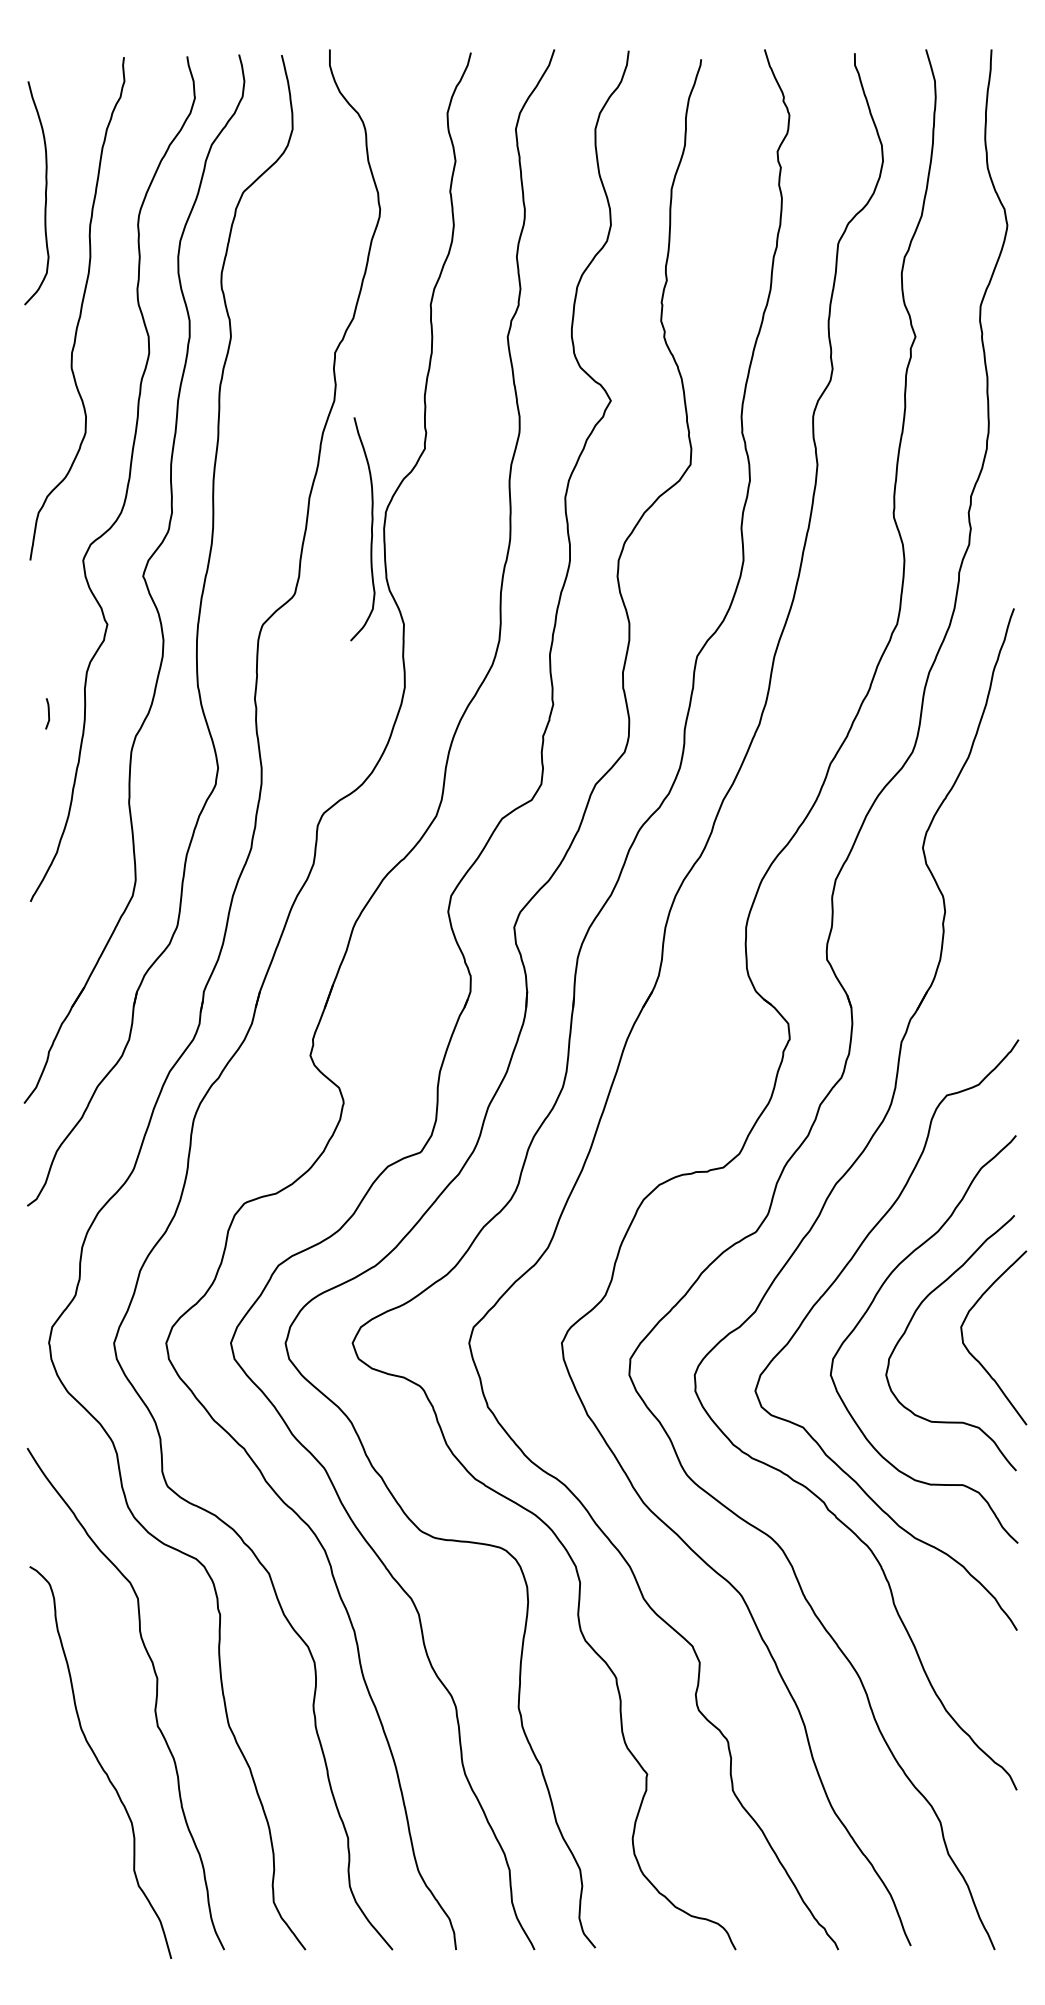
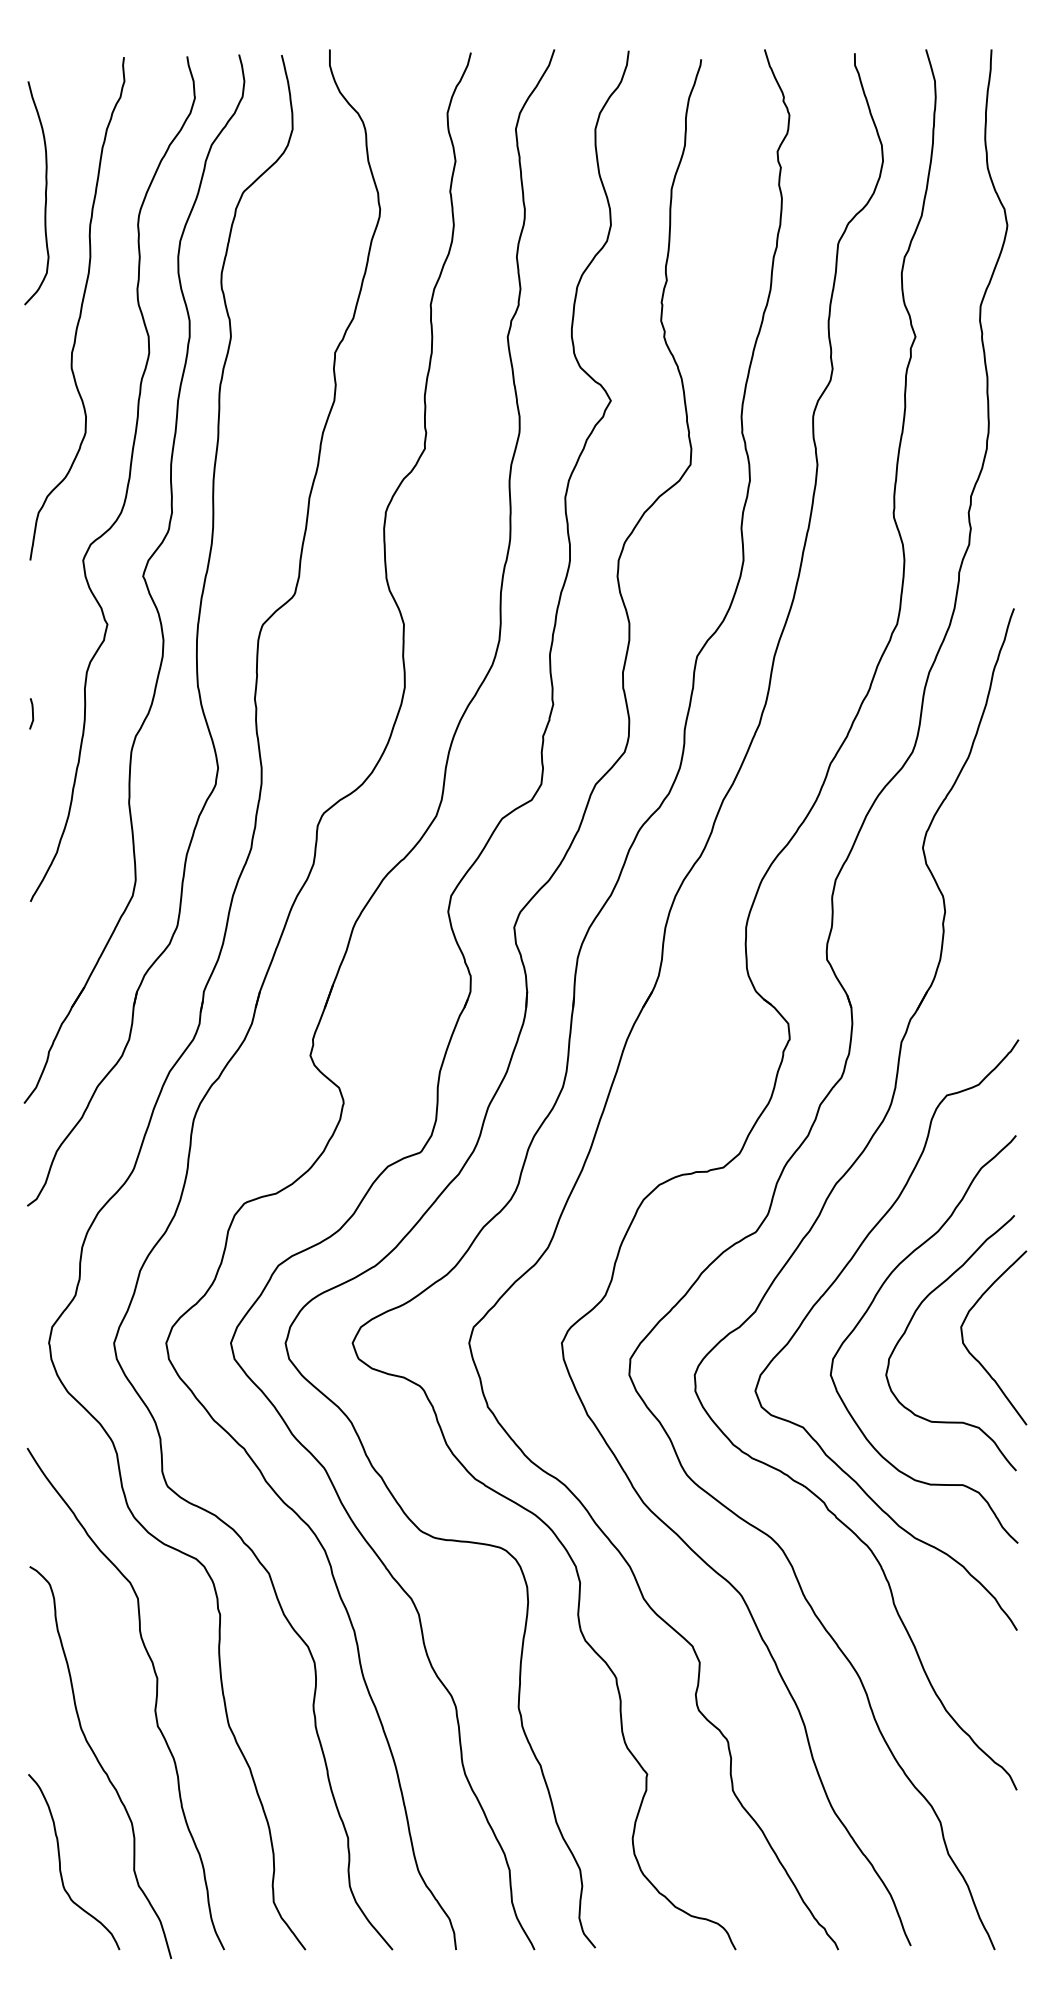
curve at (371, 529): present -> none
line at (48, 713) position: (48, 713) -> (32, 713)
curve at (60, 1862): none -> present
